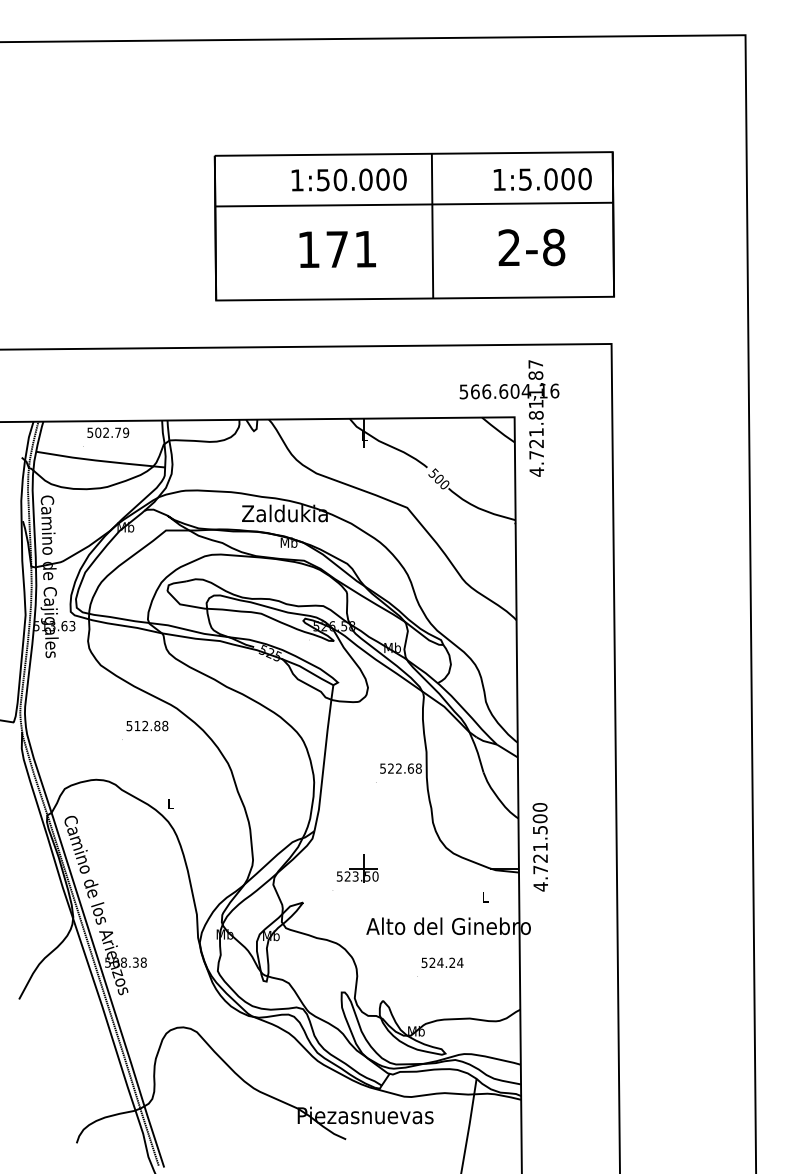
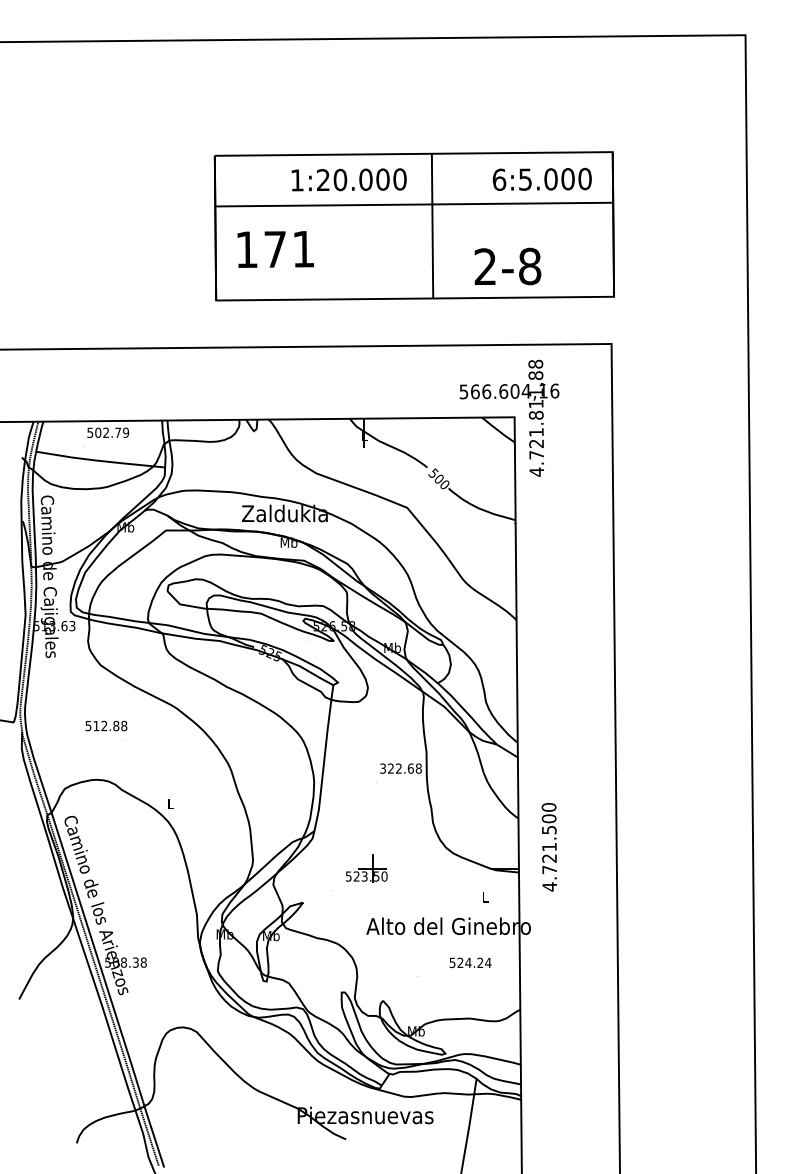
text at (499, 179): 1:5.000 -> 6:5.000
text at (323, 180): 1:50.000 -> 1:20.000
text at (531, 247) position: (531, 247) -> (507, 266)
text at (337, 249) position: (337, 249) -> (275, 249)
text at (535, 363): 4.721.811,87 -> 4.721.811,88
text at (147, 725) position: (147, 725) -> (106, 725)
text at (382, 767): 522.68 -> 322.68
text at (539, 847) position: (539, 847) -> (548, 847)
part at (357, 868) position: (357, 868) -> (366, 868)
text at (442, 962) position: (442, 962) -> (470, 962)
